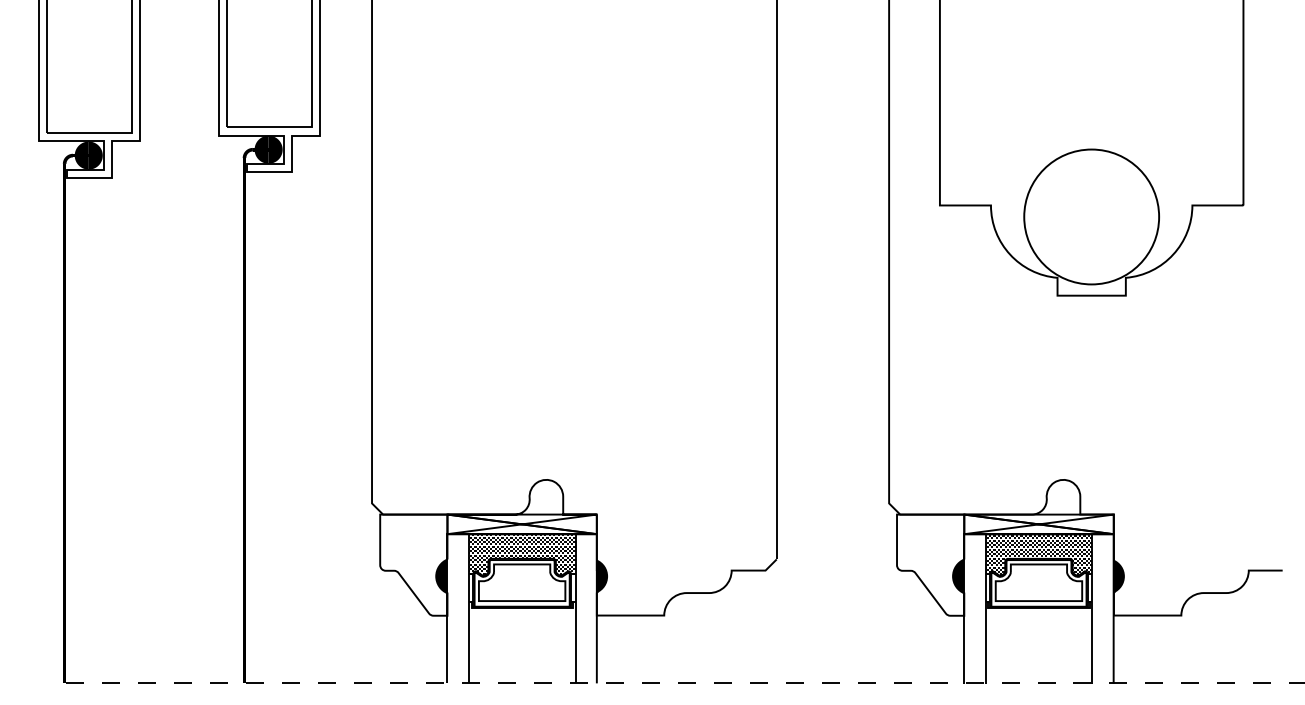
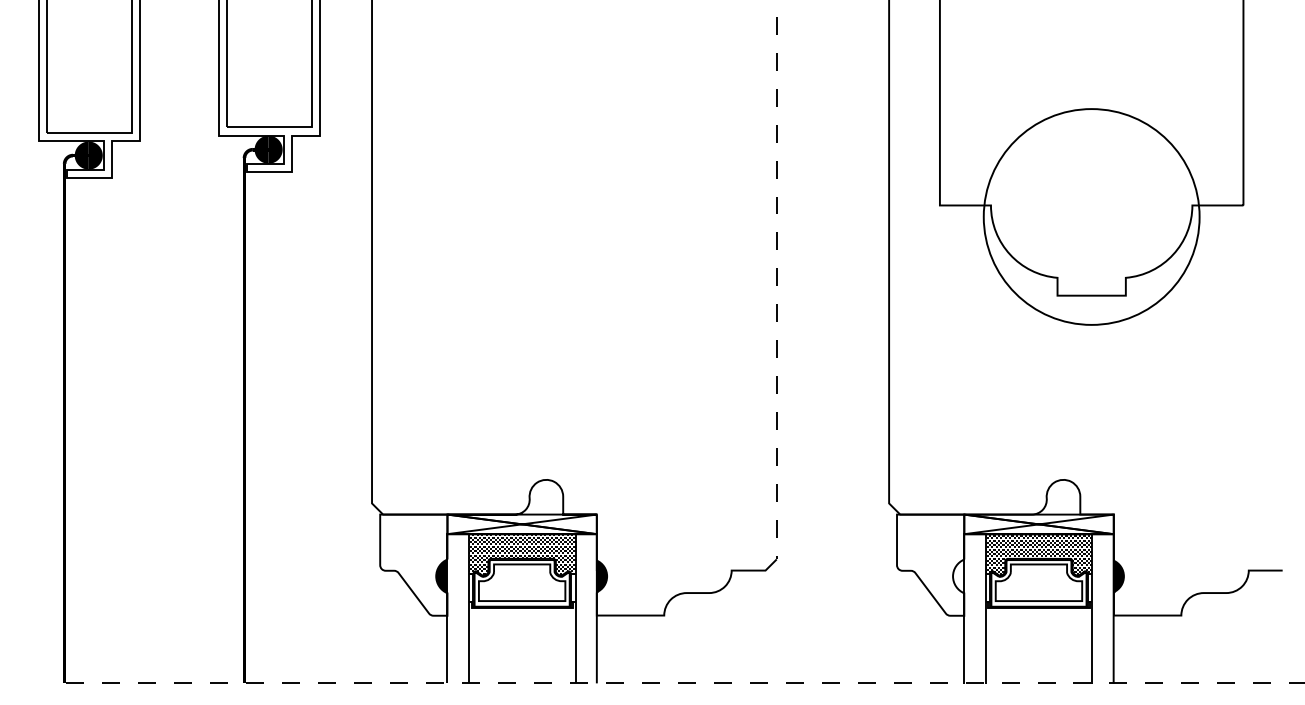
circle at (1091, 216) diameter: 135 px -> 216 px
line at (776, 281): solid -> dashed
fill at (958, 576): present -> none
